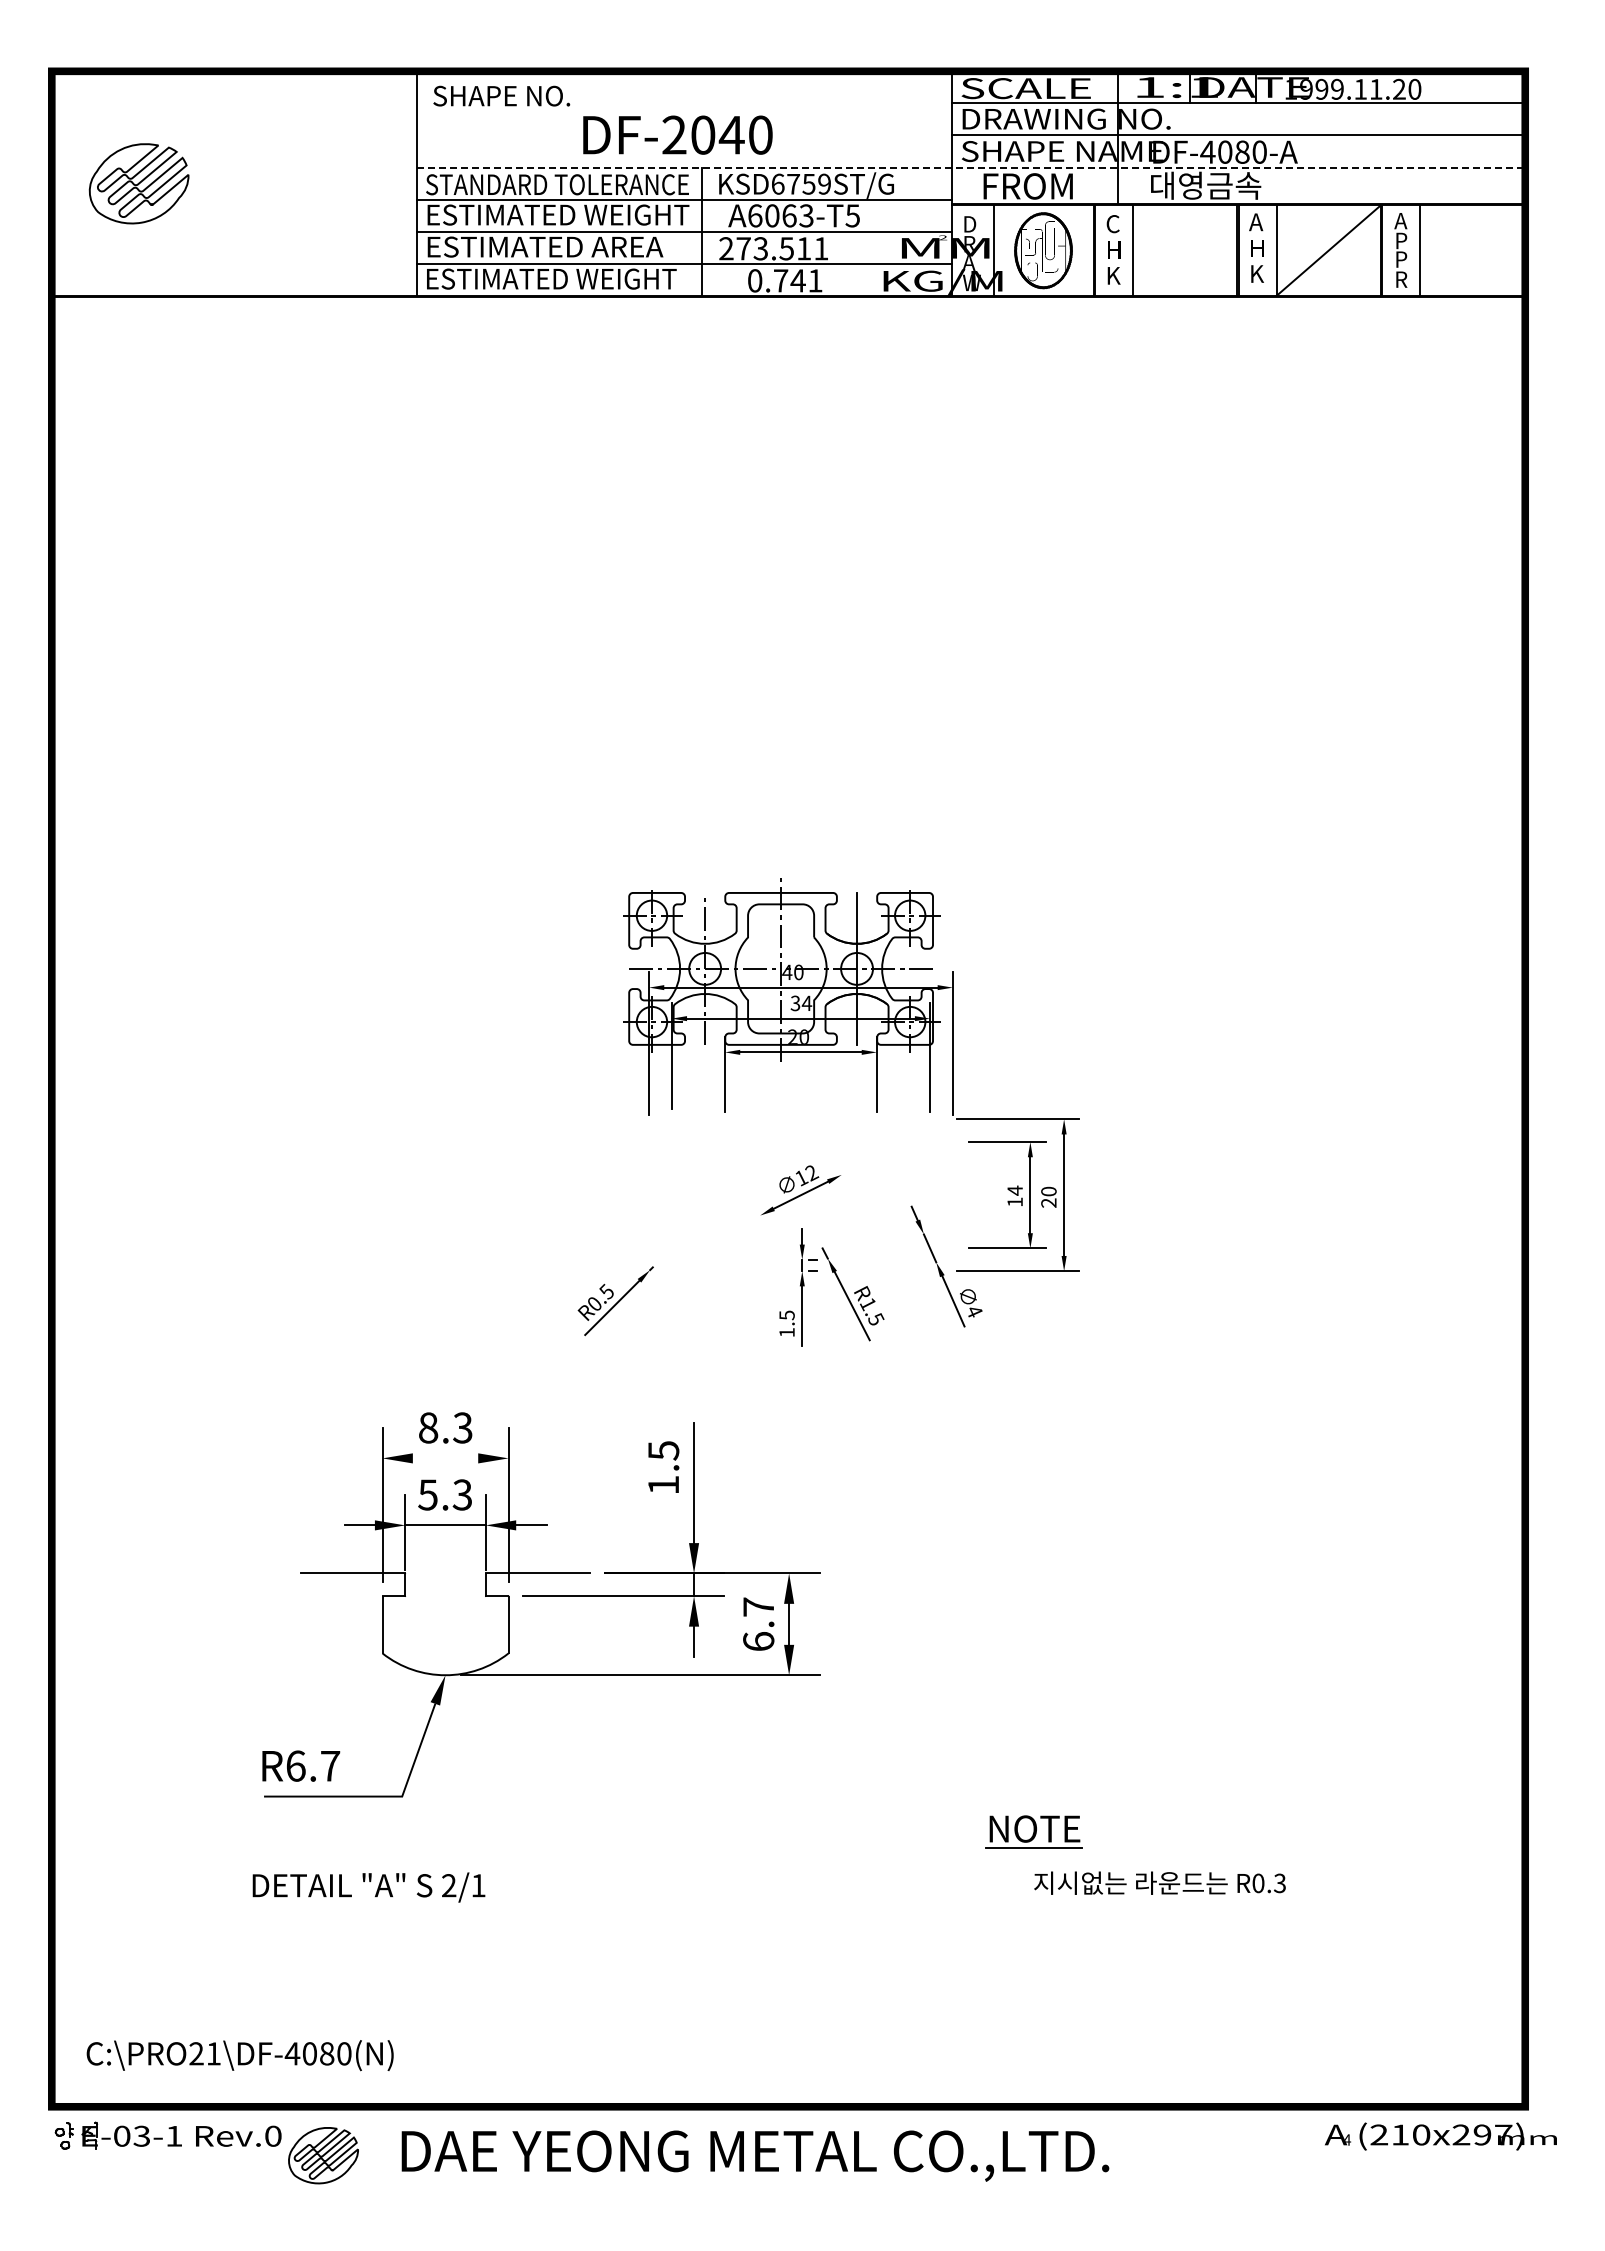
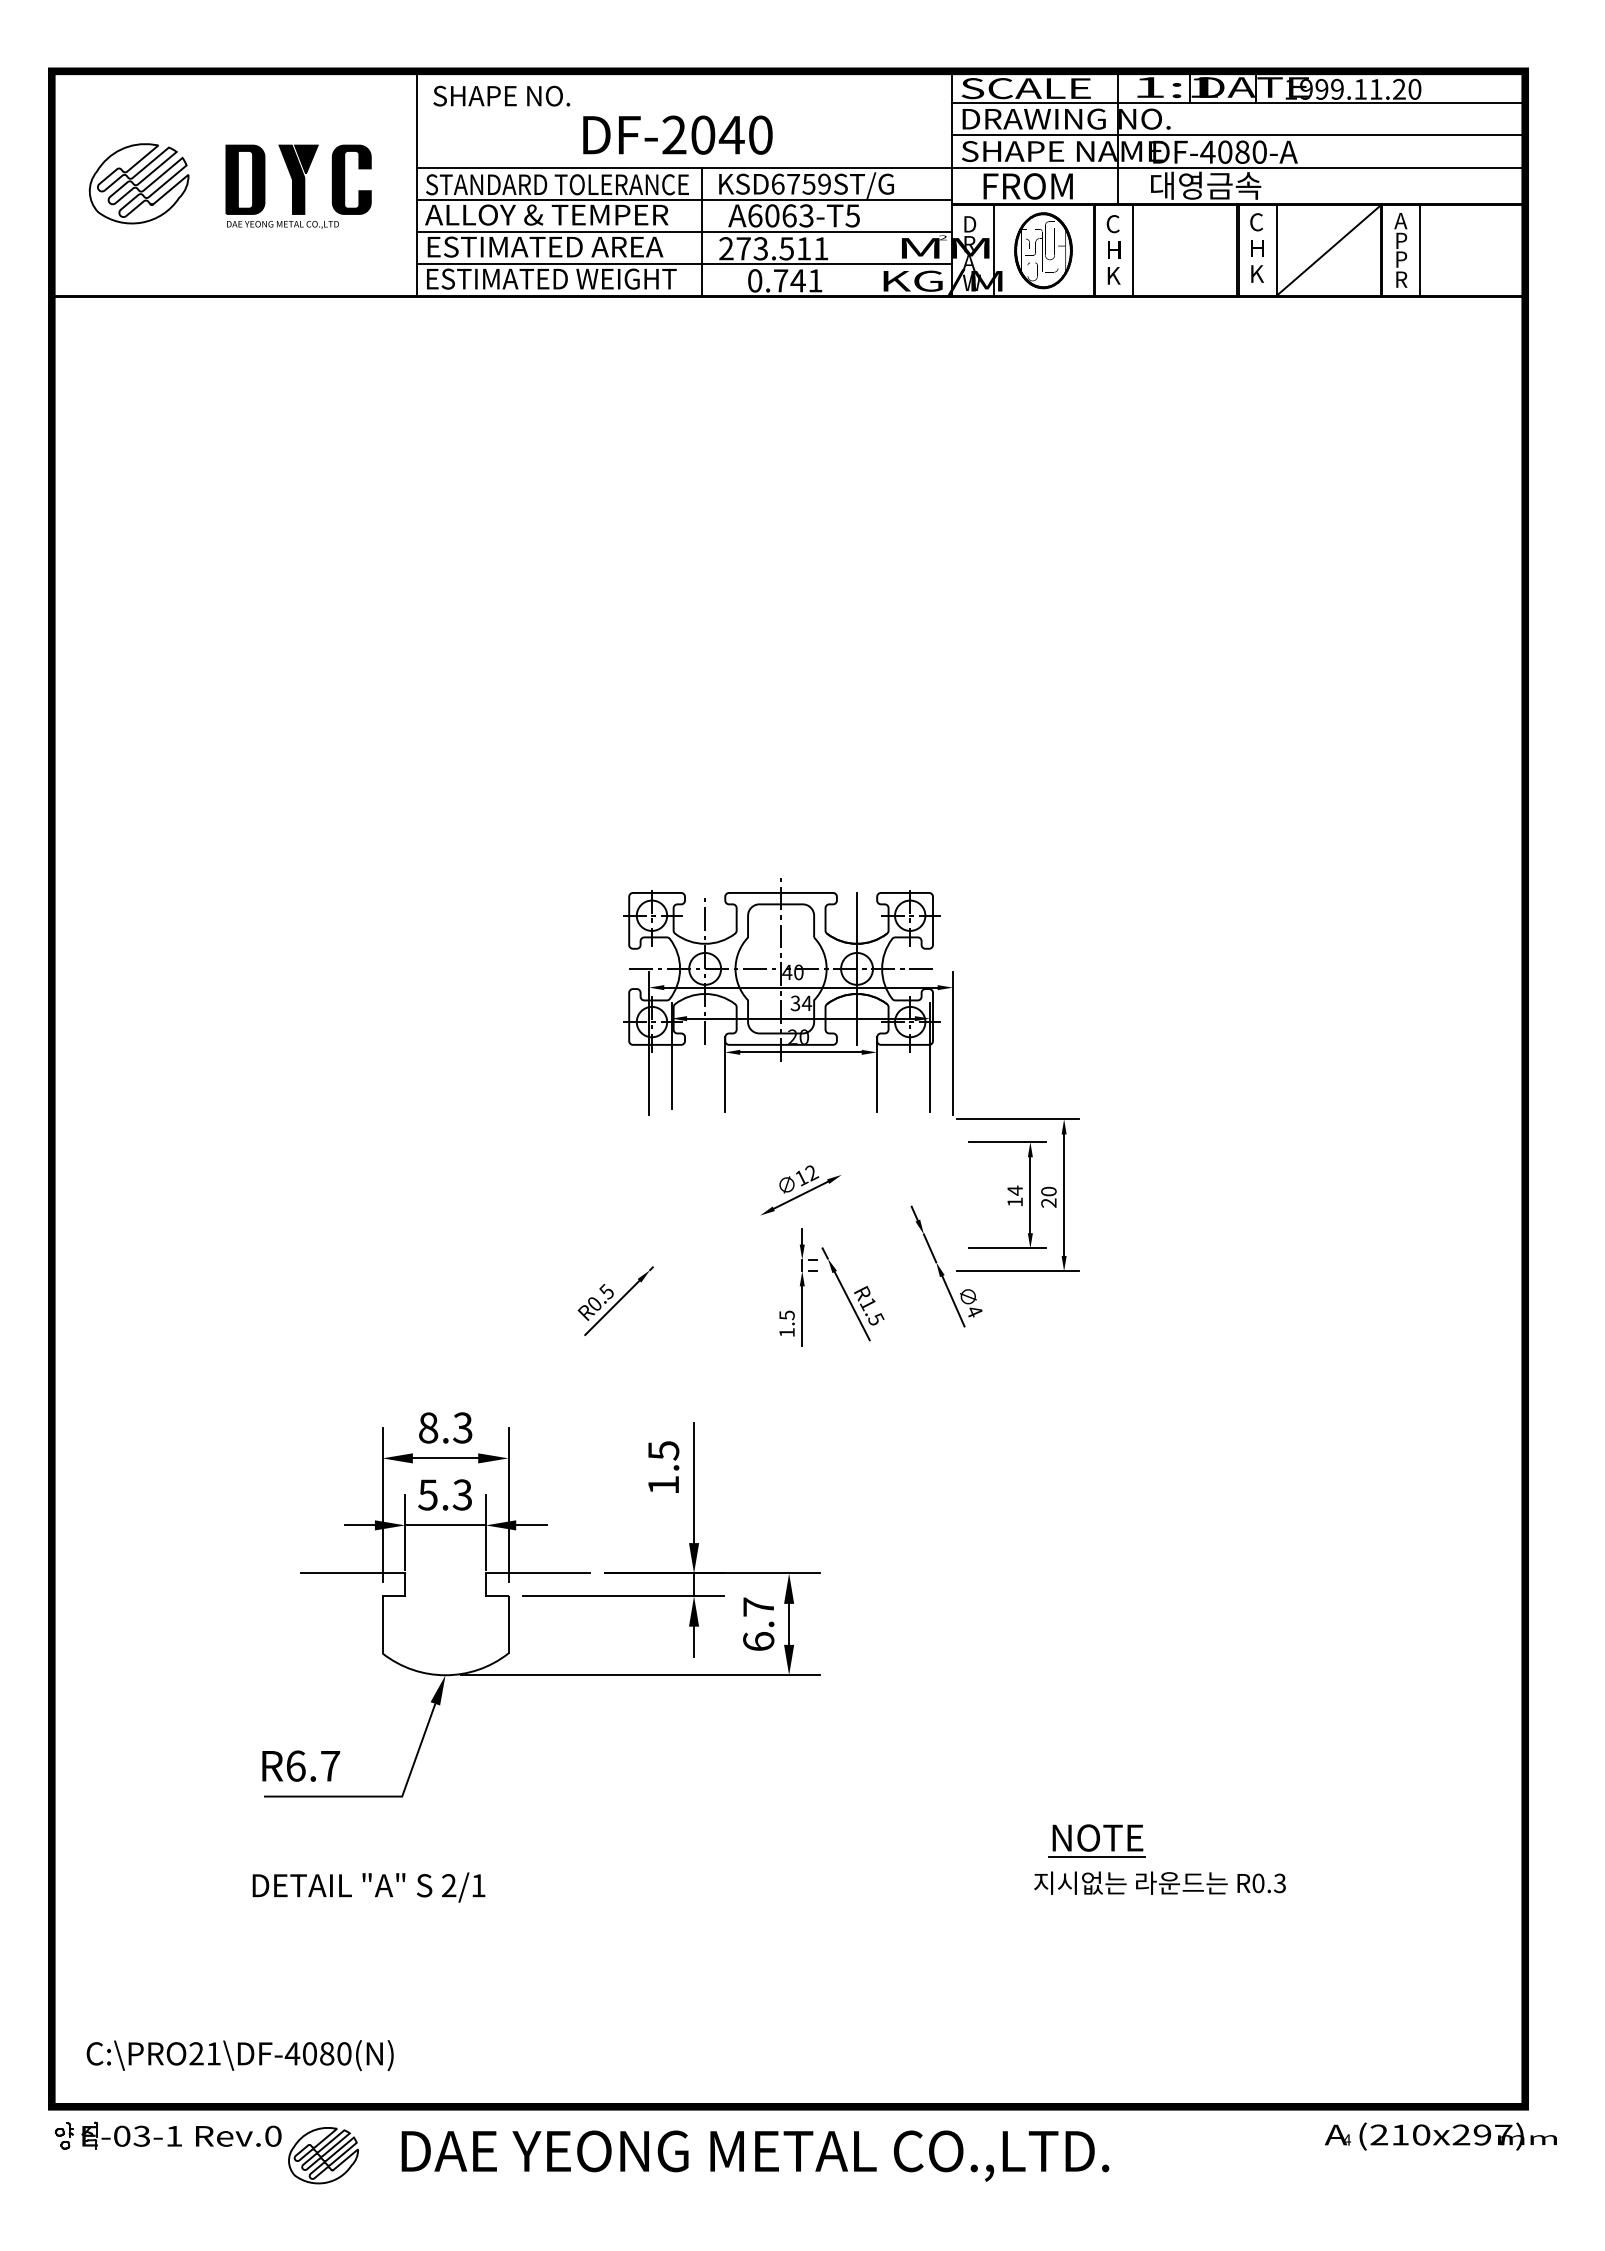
line at (971, 167): dashed -> solid
part at (298, 186): none -> present
text at (557, 214): ESTIMATED WEIGHT -> ALLOY & TEMPER
text at (1256, 222): A -> C
line at (445, 1458): none -> present
part at (1033, 1831) position: (1033, 1831) -> (1096, 1840)
